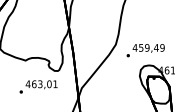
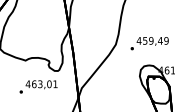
text at (145, 50) position: (145, 50) -> (149, 43)
